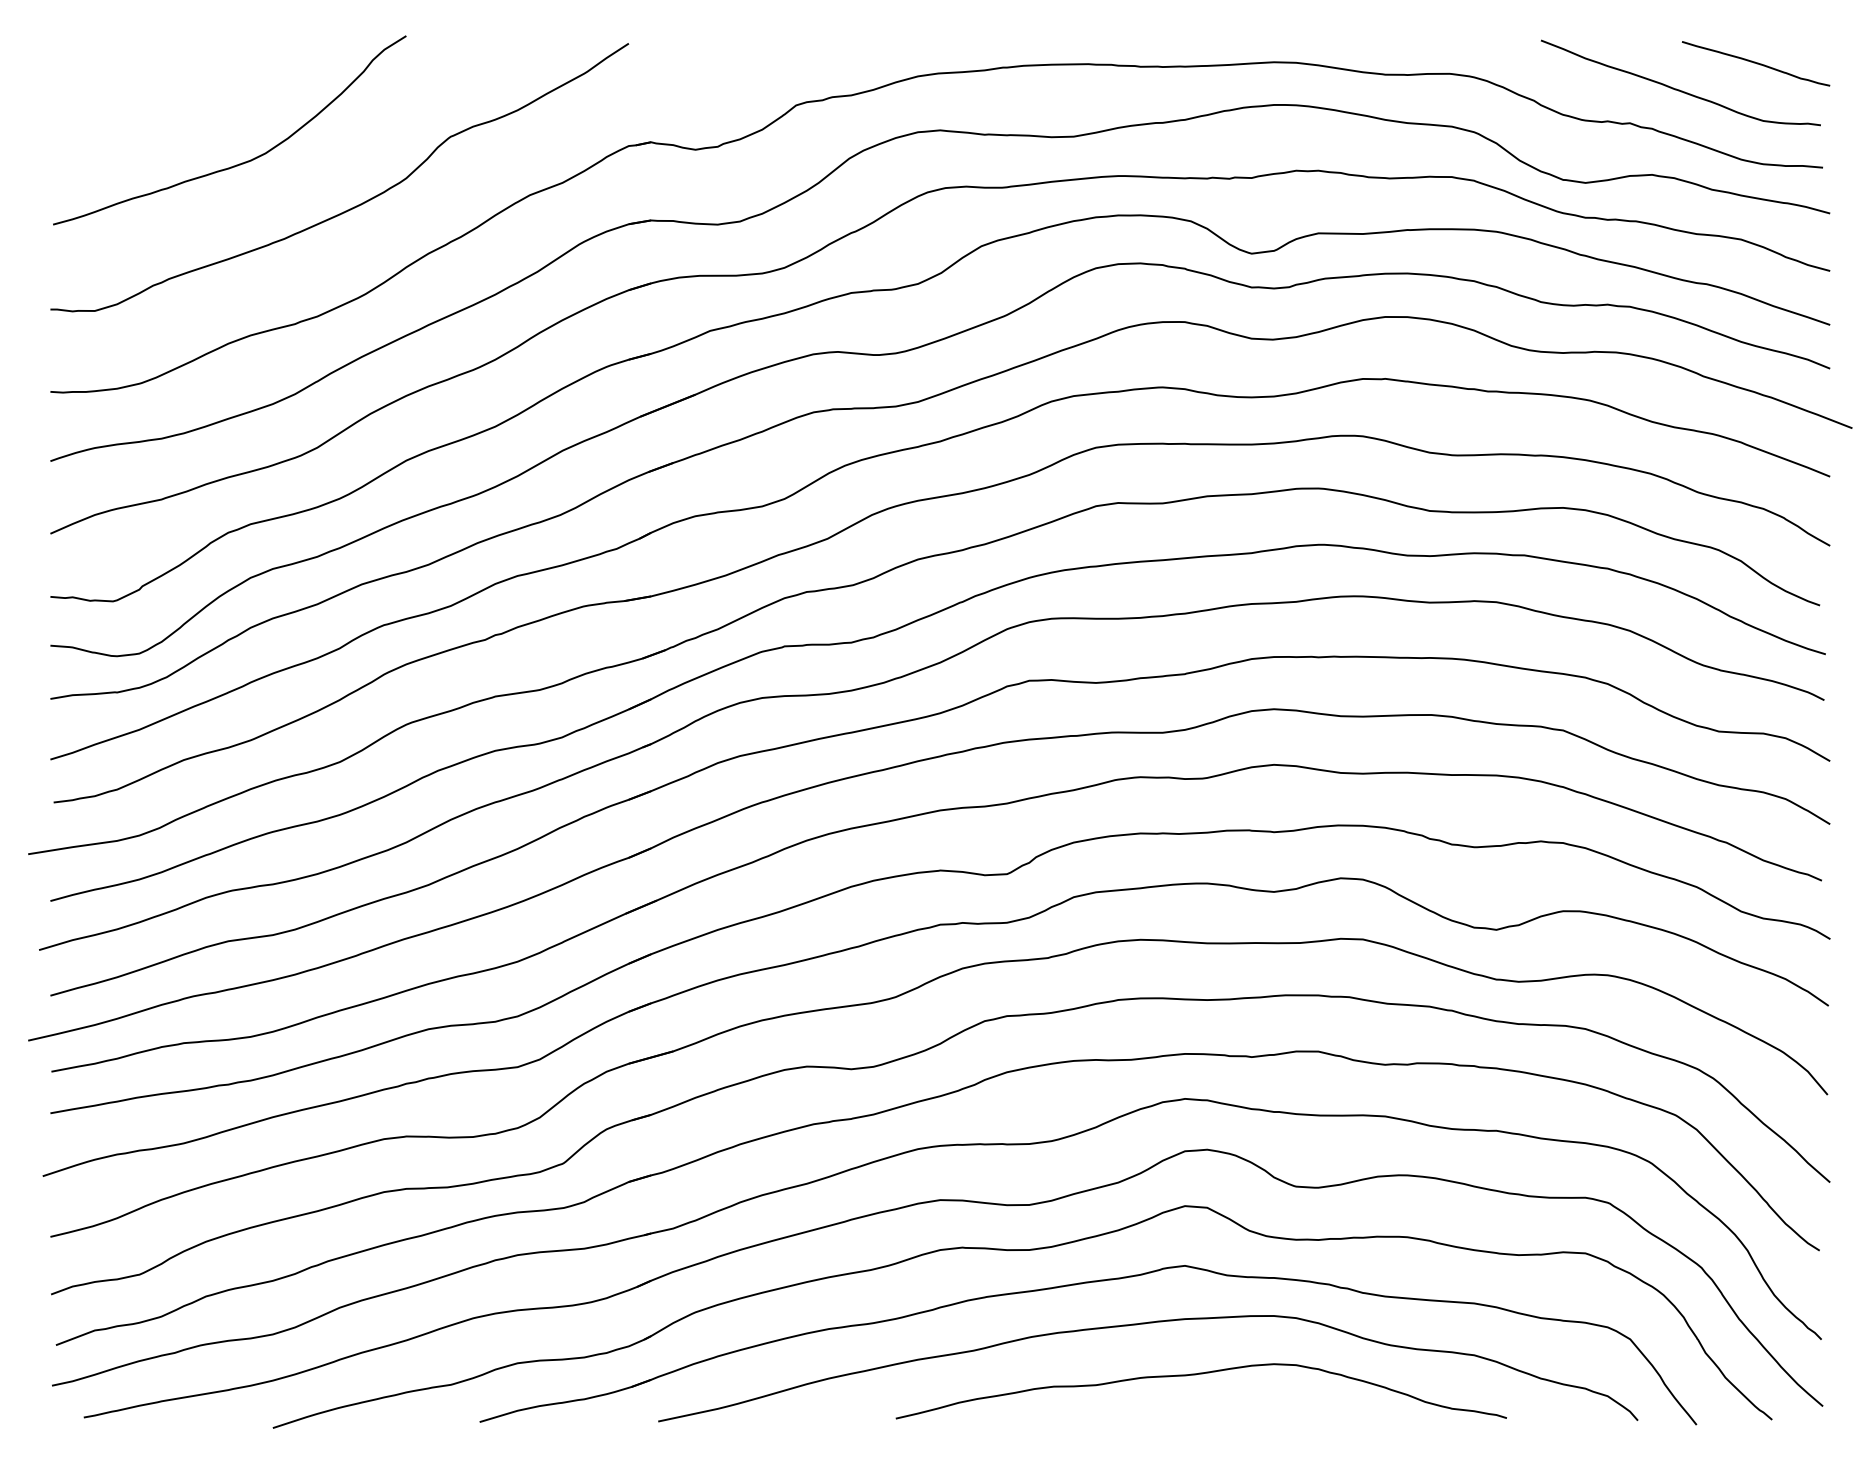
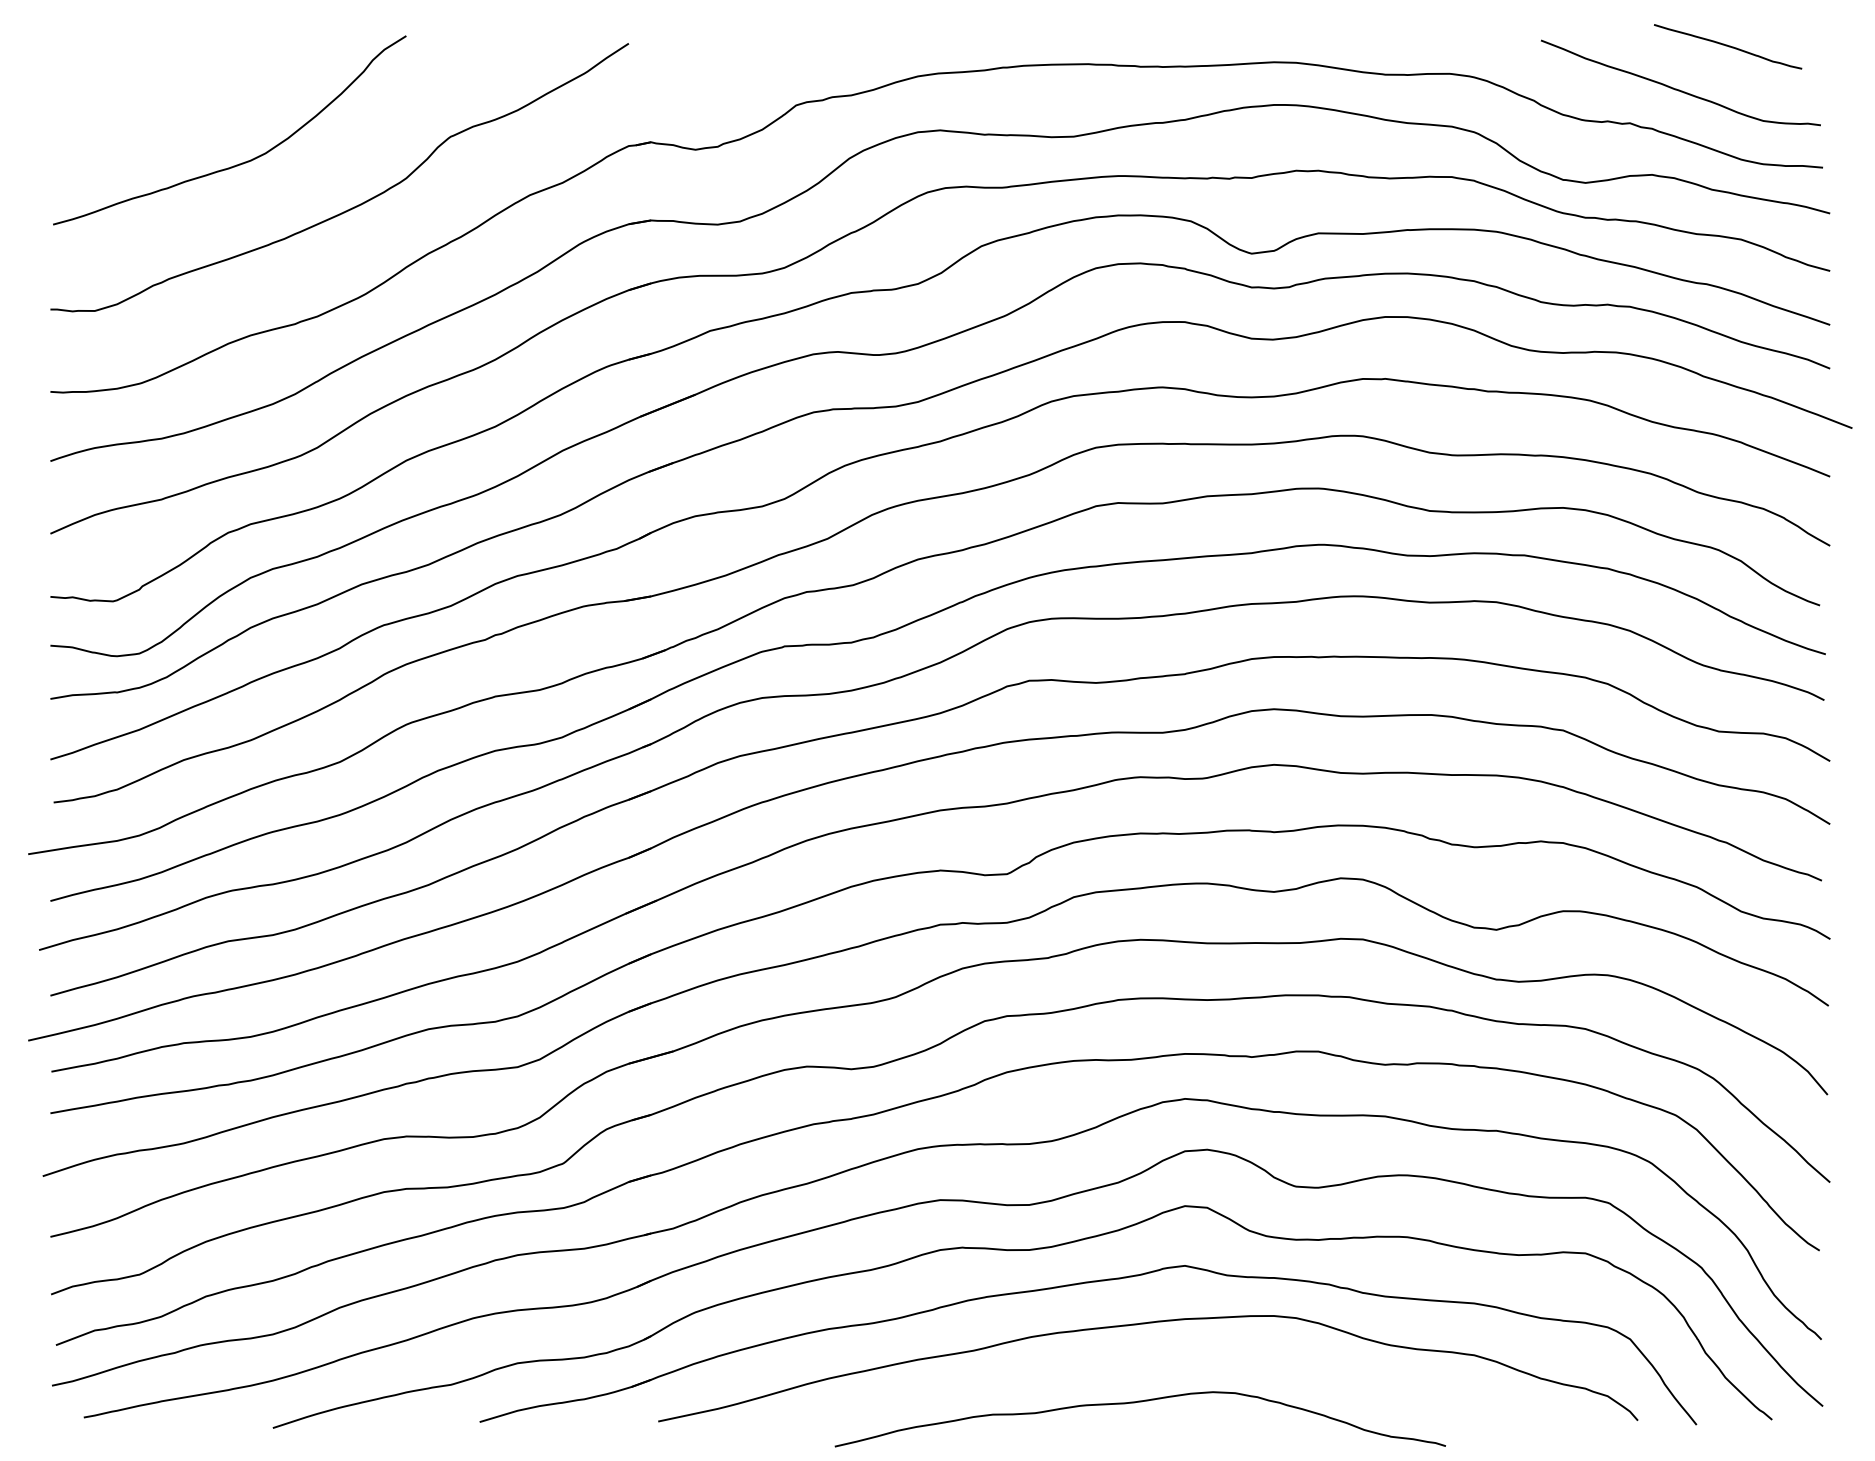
curve at (1756, 63) position: (1756, 63) -> (1728, 46)
curve at (1196, 1375) position: (1196, 1375) -> (1135, 1403)
